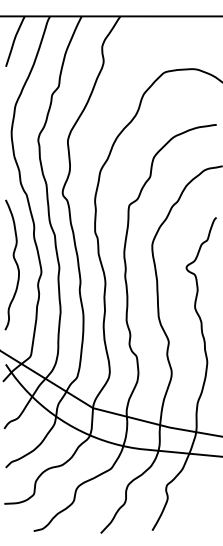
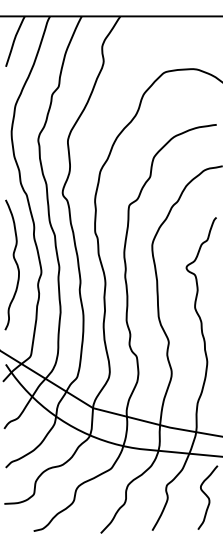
curve at (207, 497): none -> present
